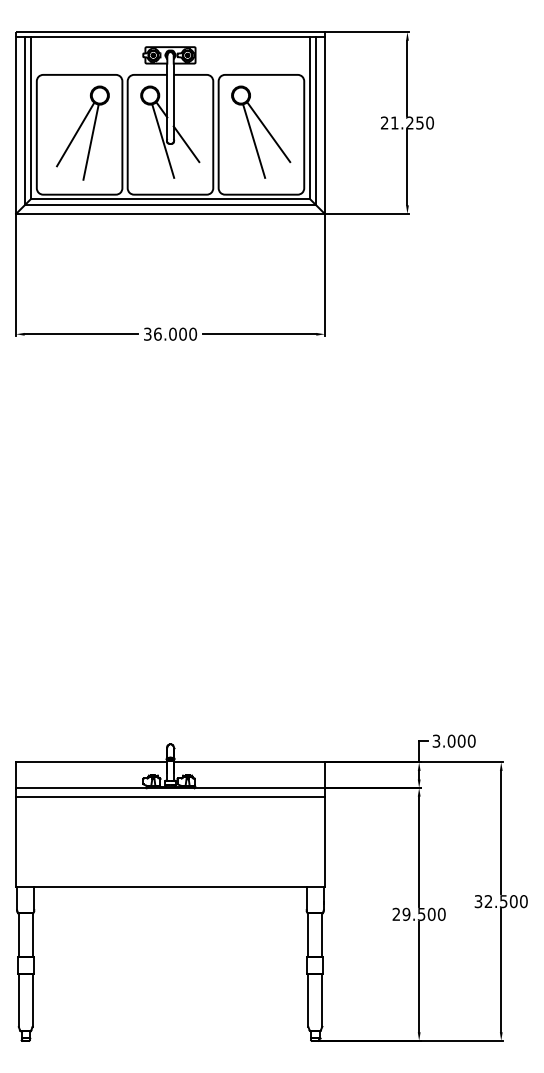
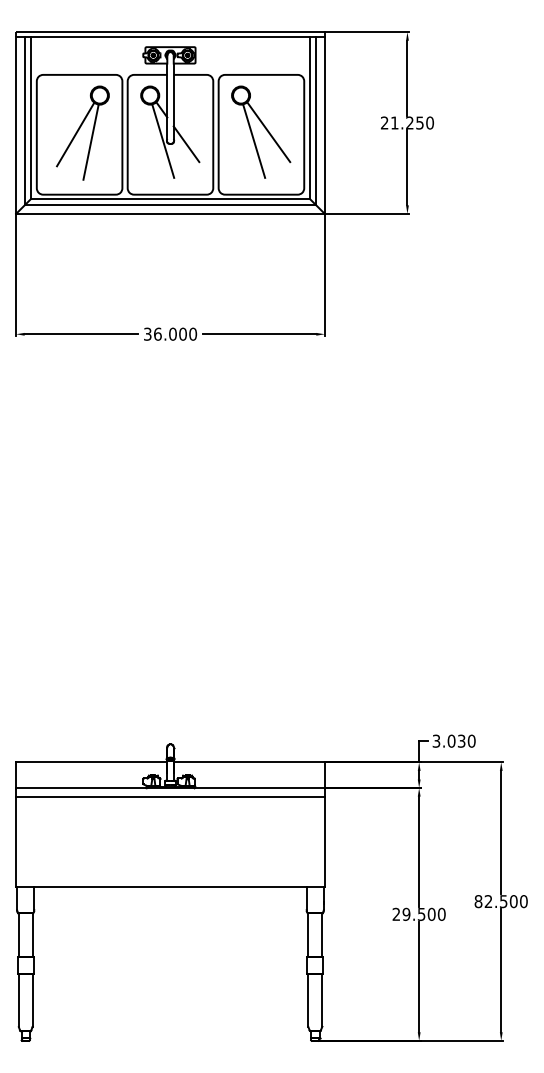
text at (461, 740): 3.000 -> 3.030
text at (478, 901): 32.500 -> 82.500
